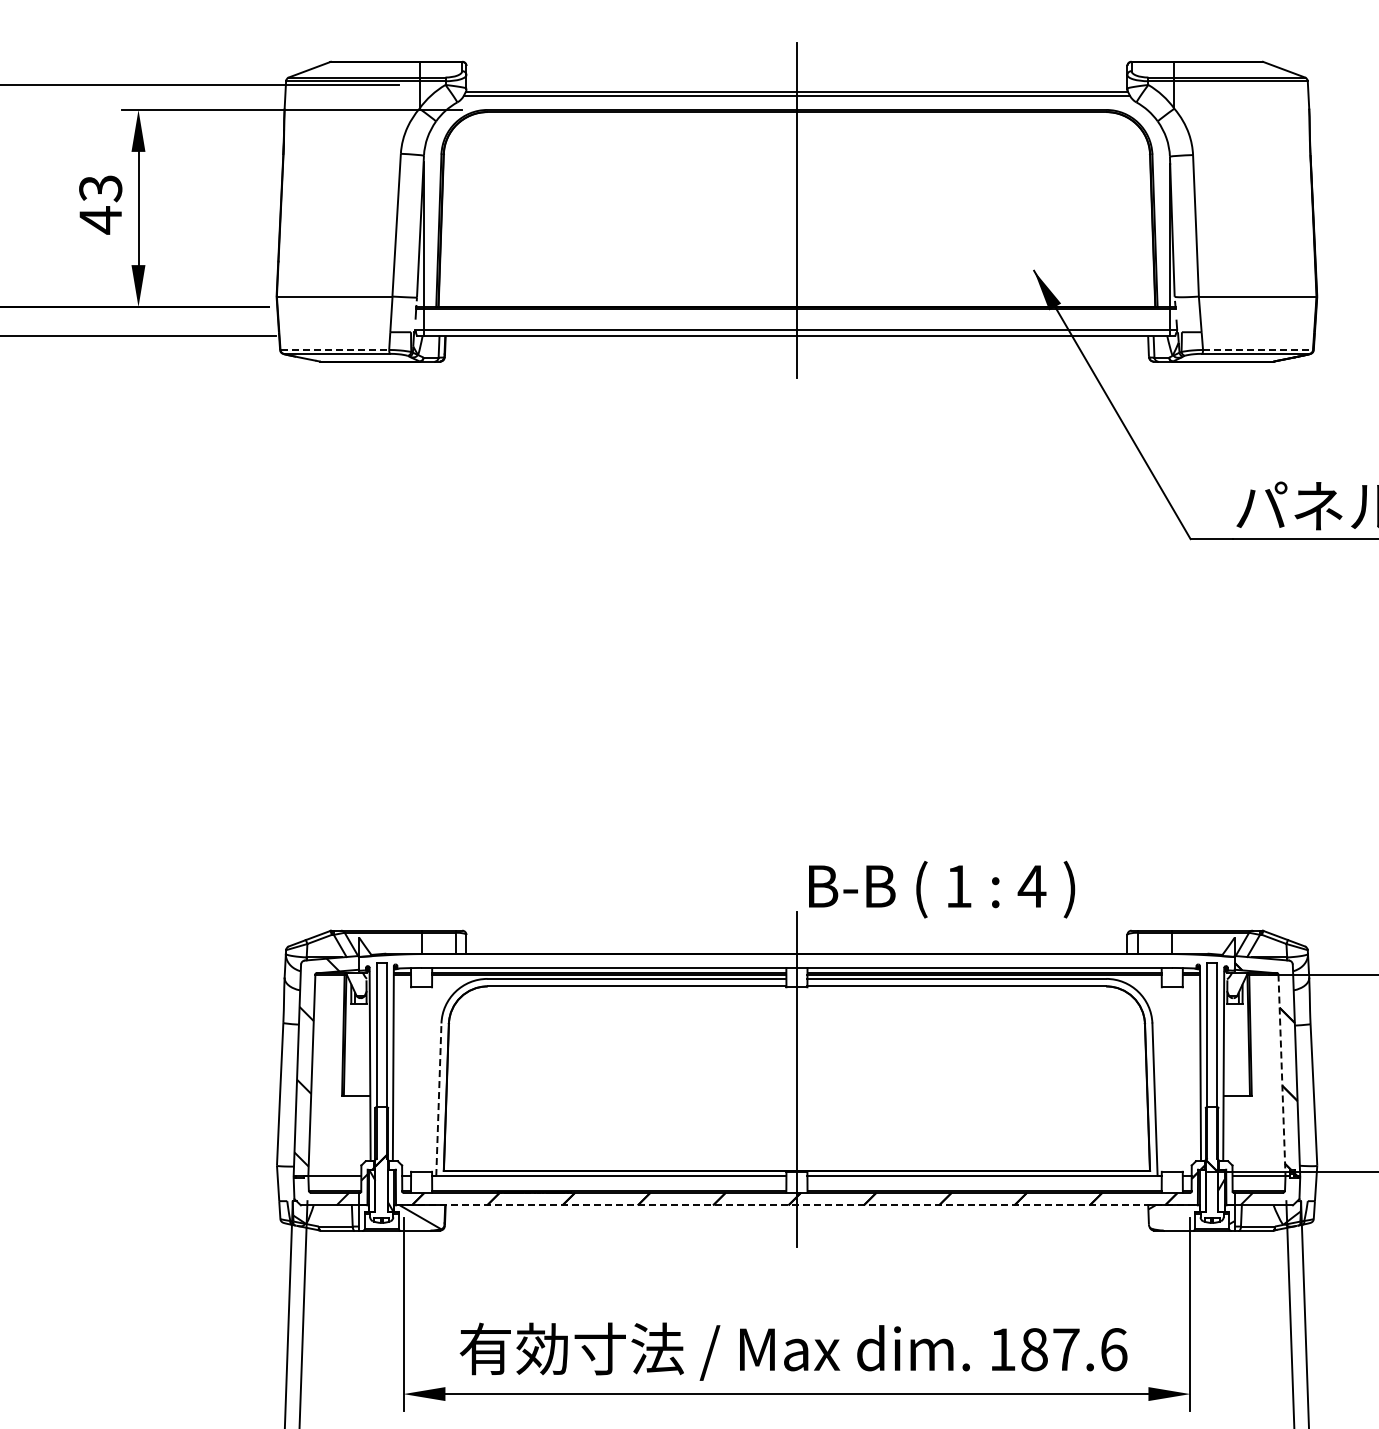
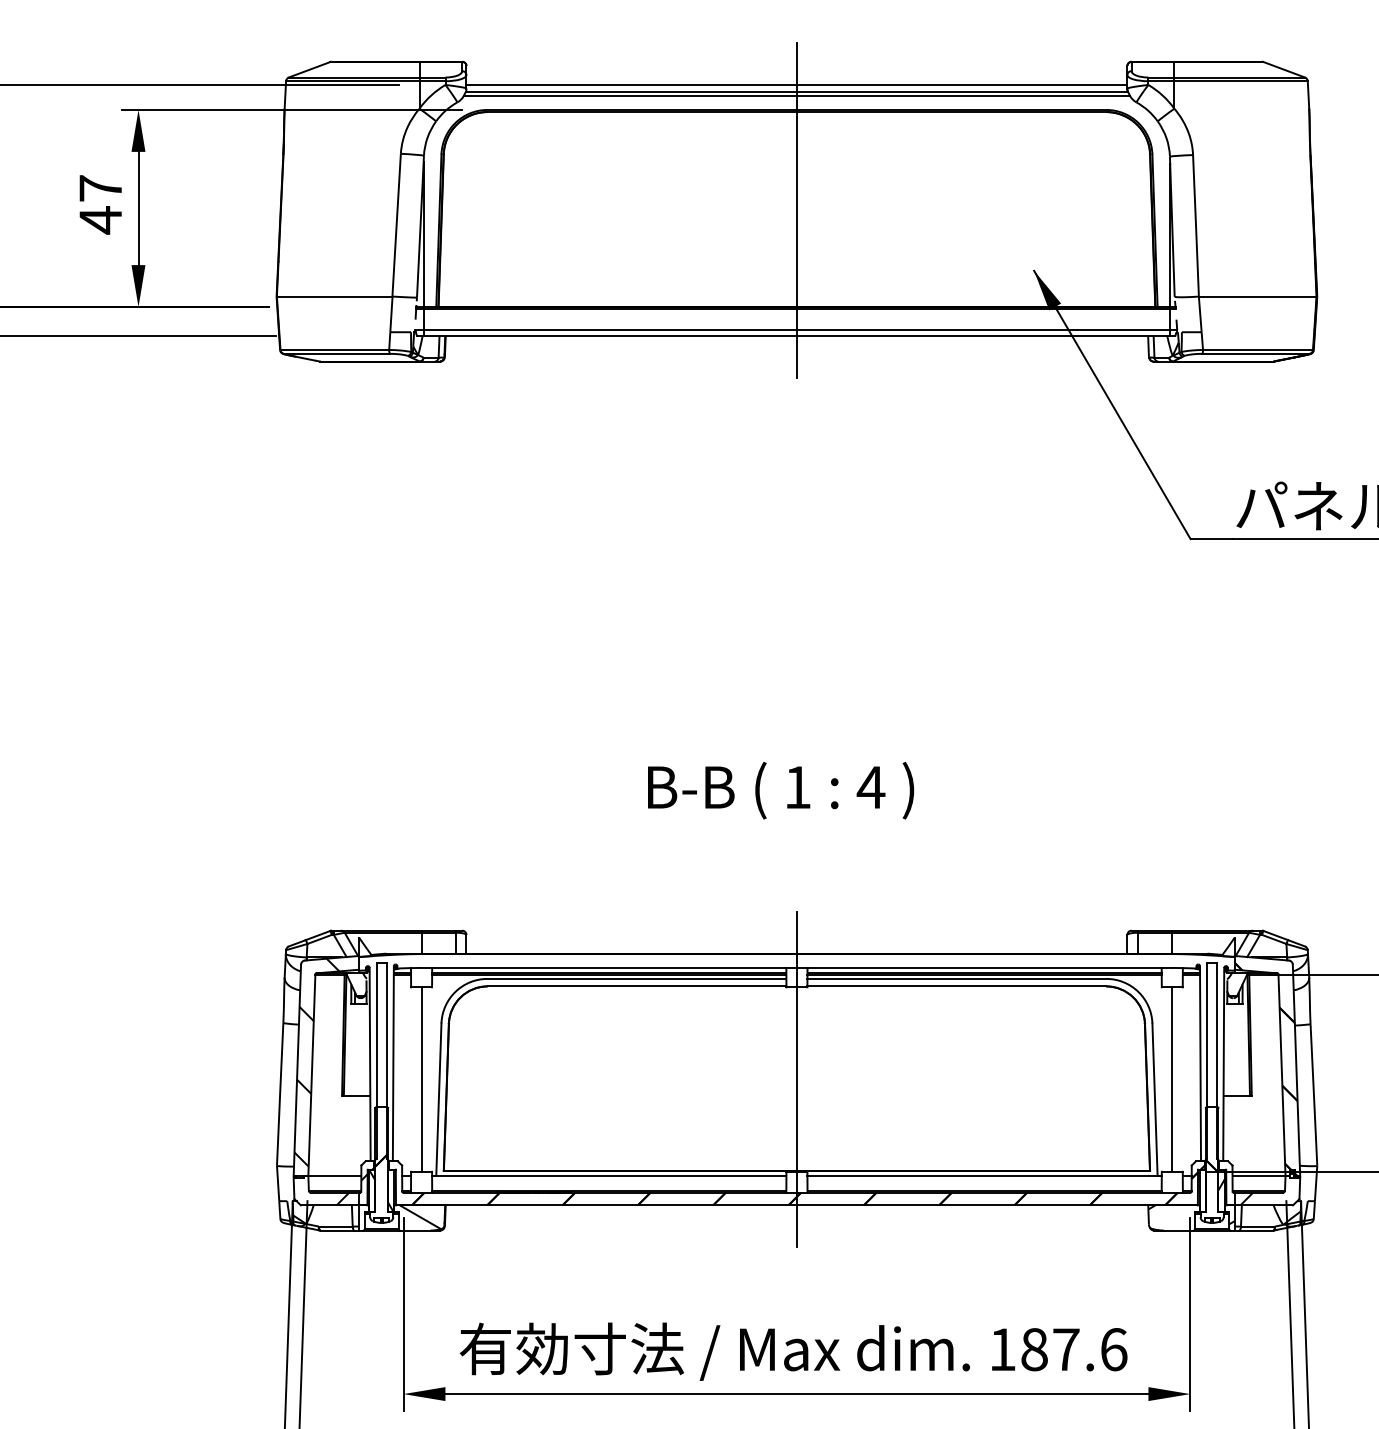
line at (796, 84): none -> present
text at (100, 188): 43 -> 47
line at (335, 349): dashed -> solid
line at (1258, 349): dashed -> solid
text at (942, 889) position: (942, 889) -> (781, 790)
line at (1282, 1075): dashed -> solid
line at (422, 1079): none -> present
line at (1171, 1079): none -> present
line at (438, 1099): dashed -> solid
line at (796, 1205): dashed -> solid
